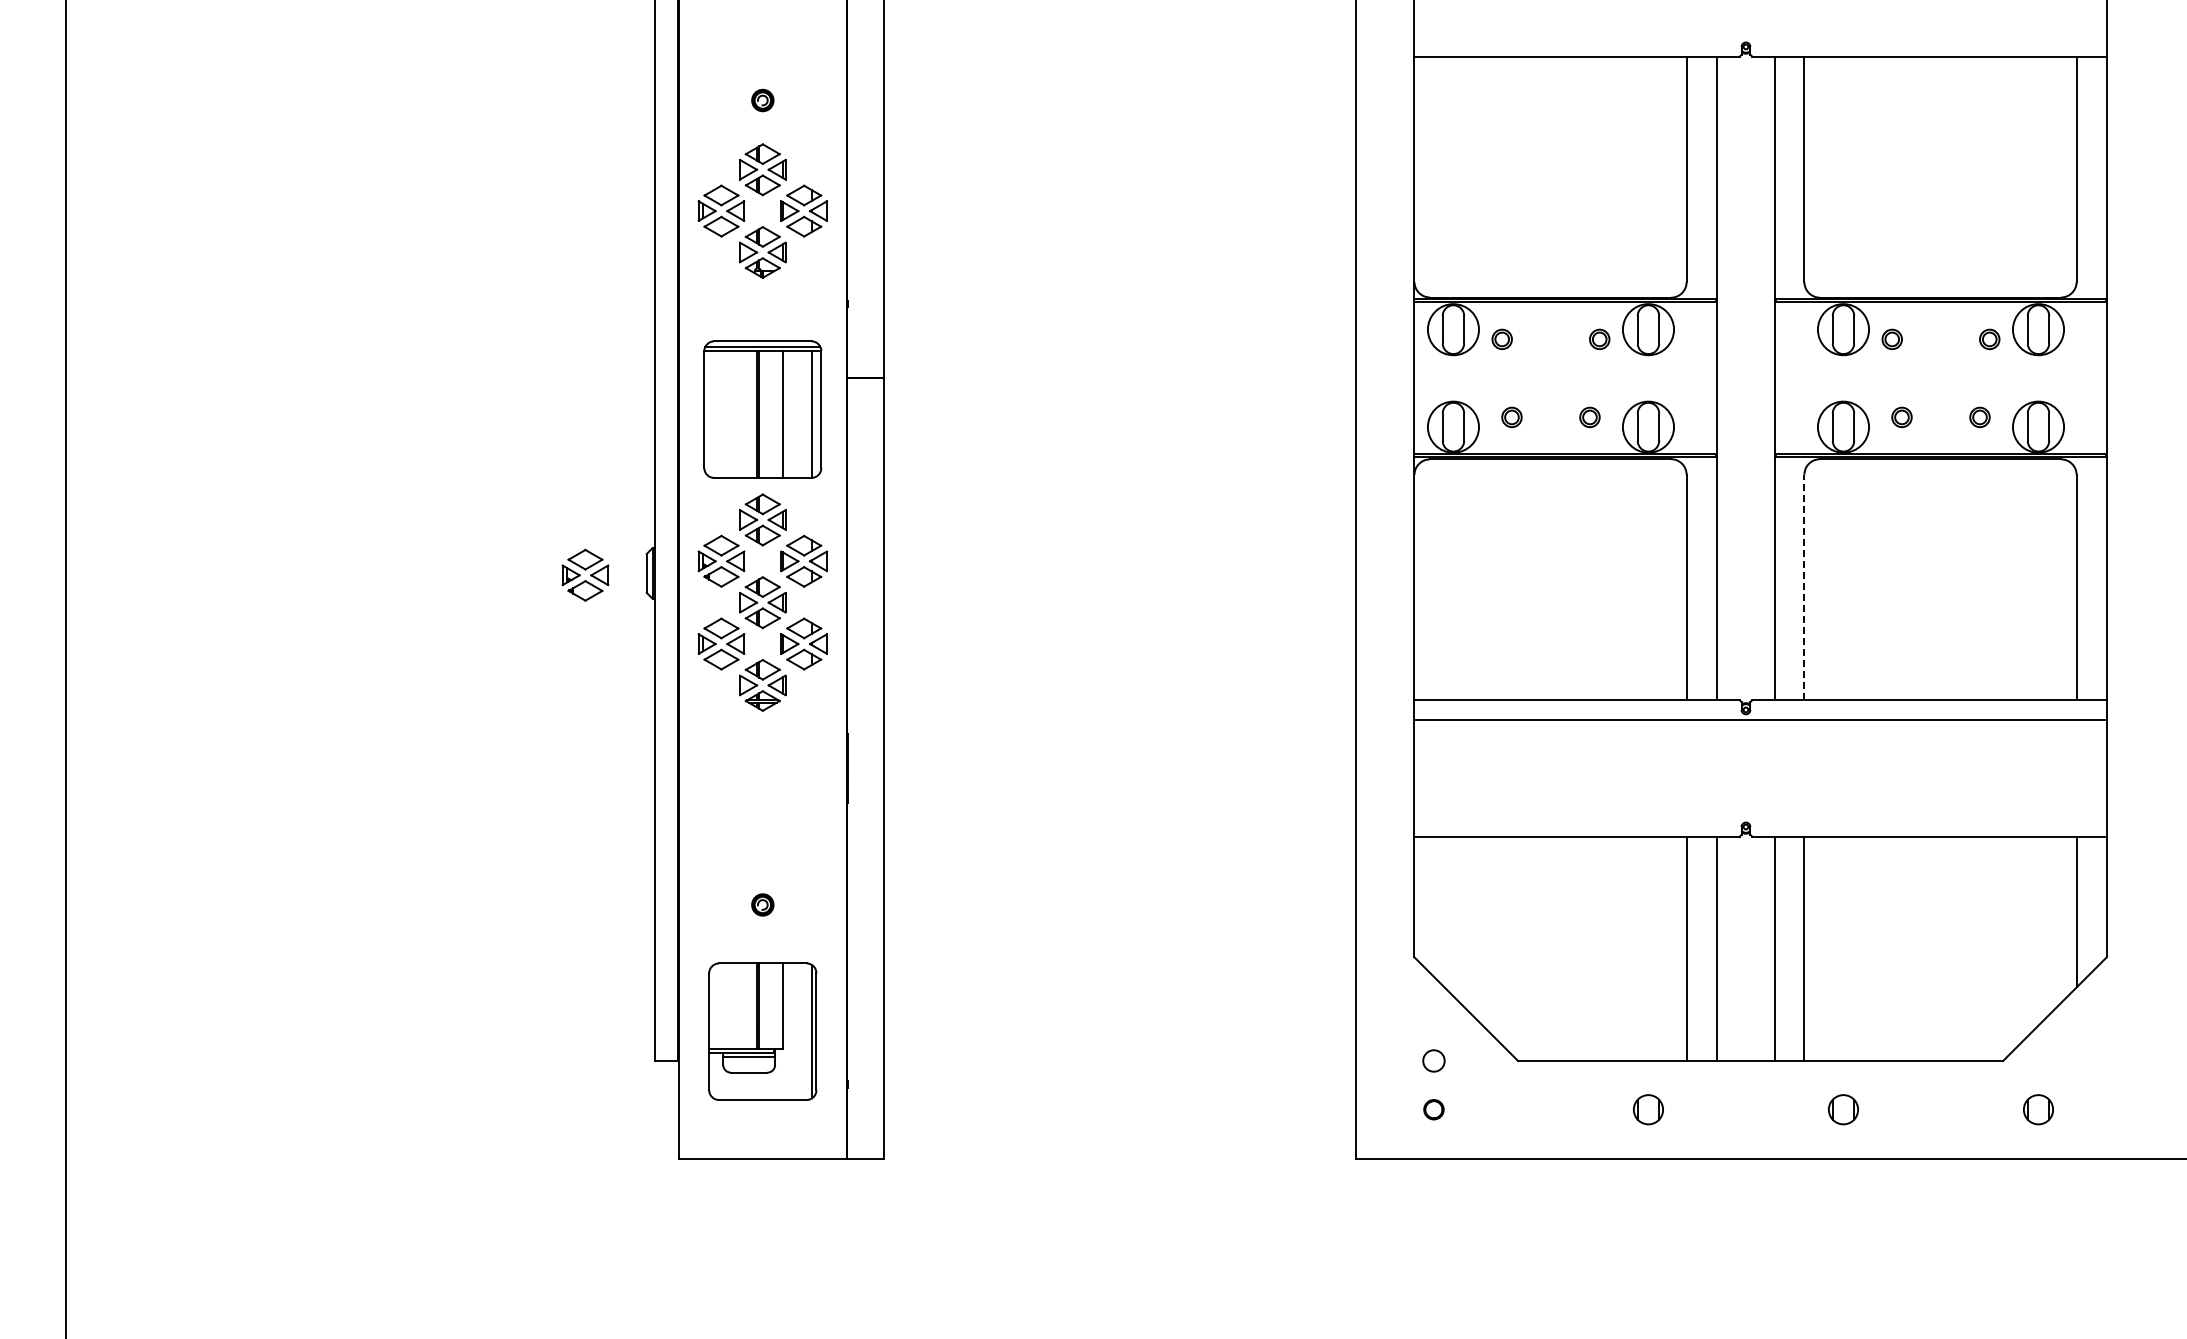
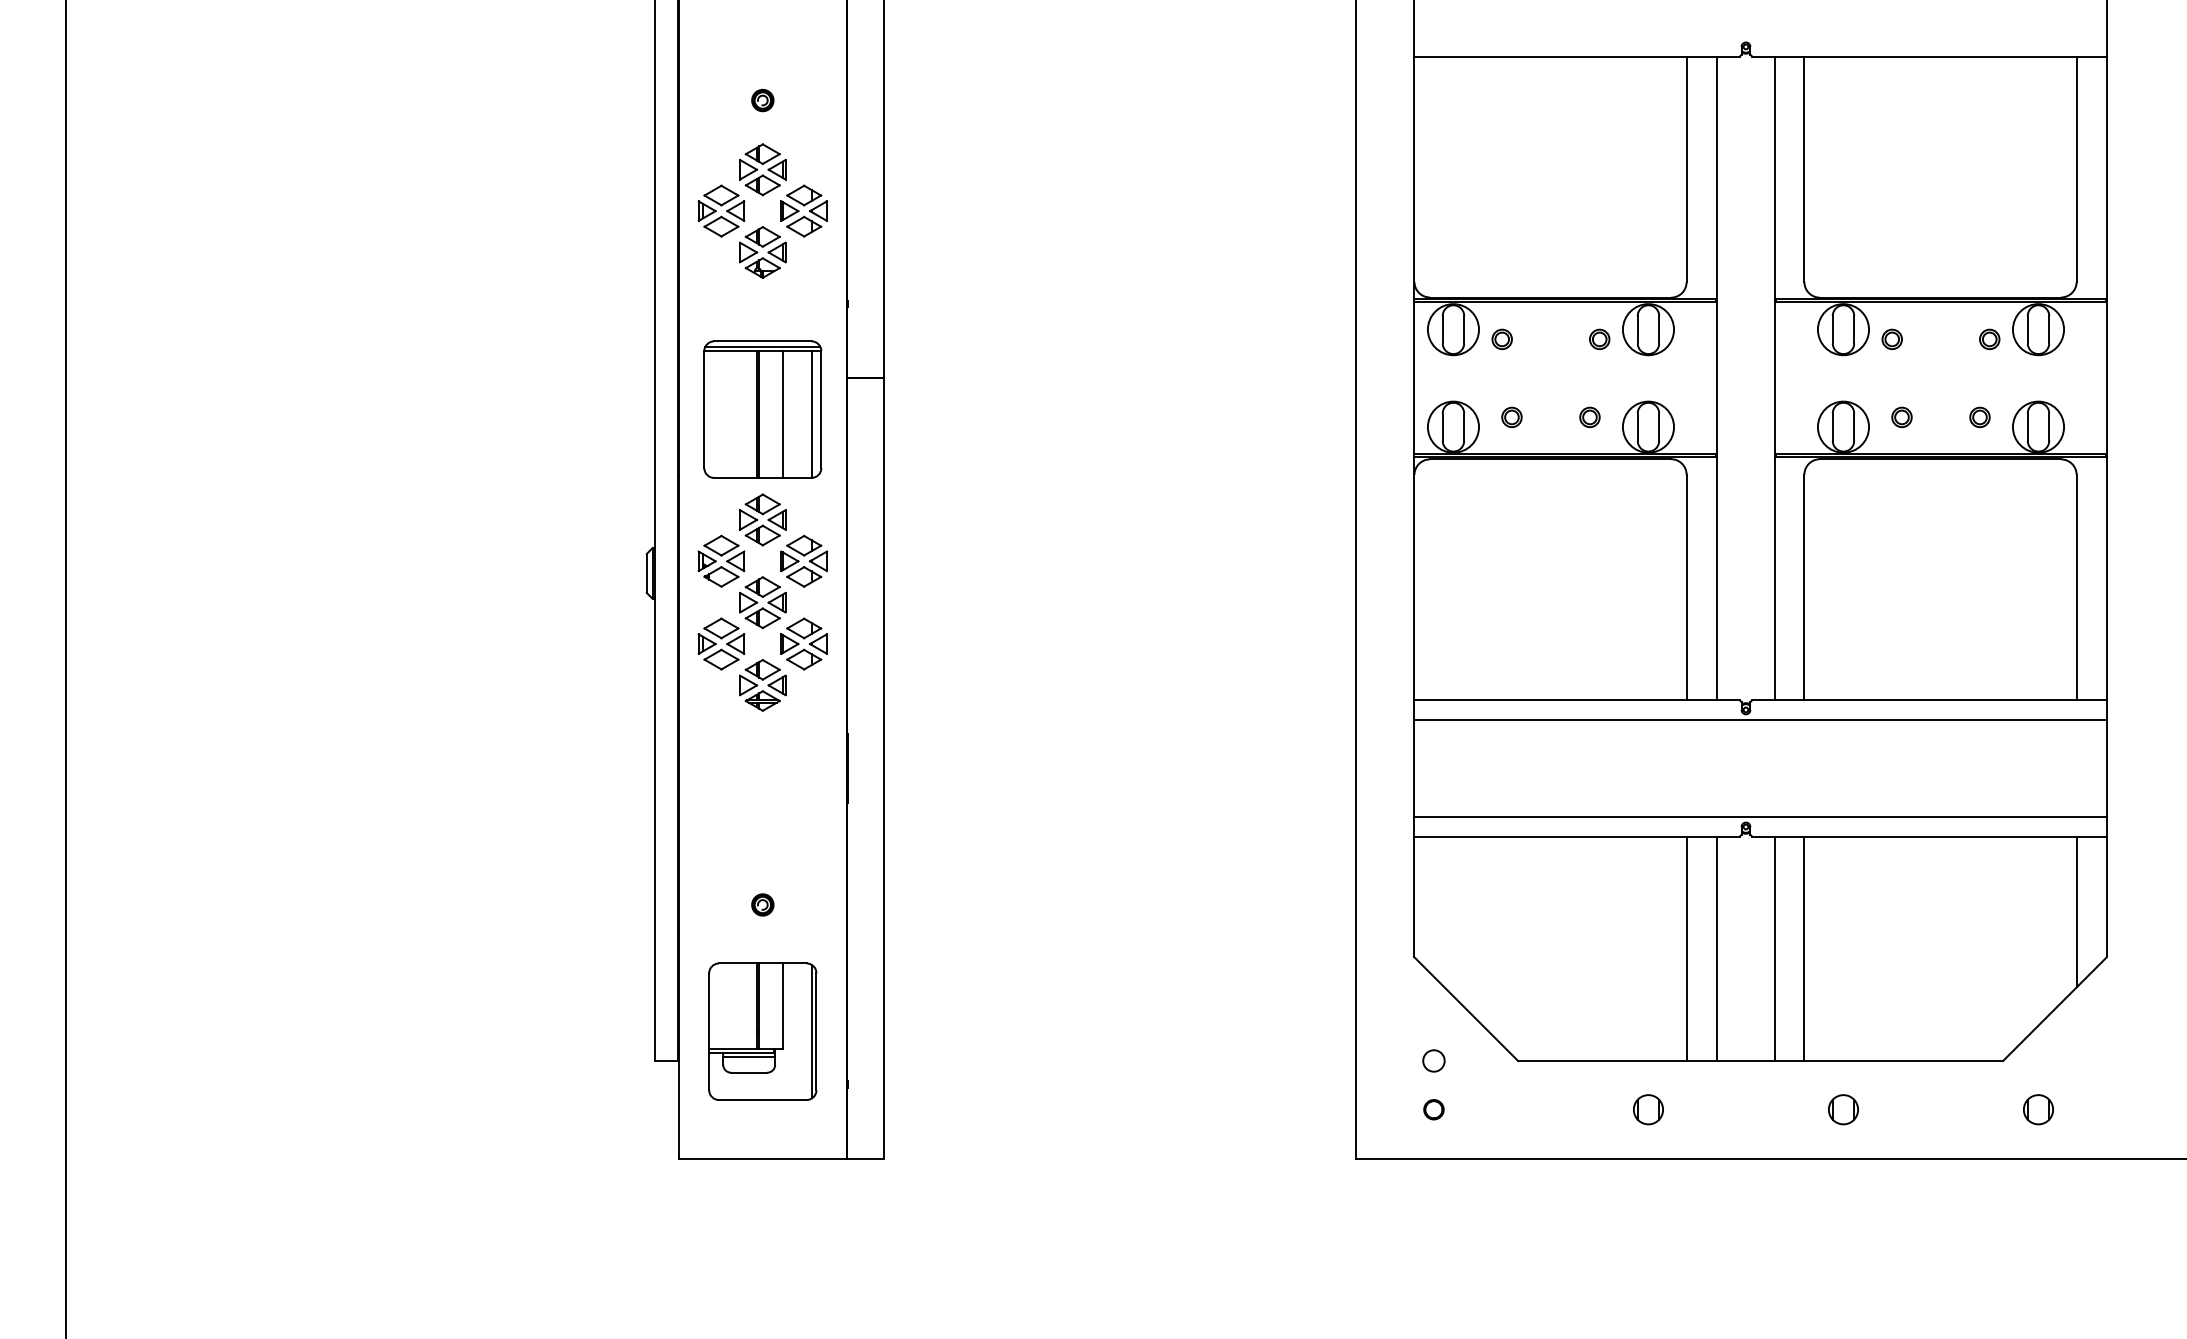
part at (585, 574): present -> none
line at (1804, 587): dashed -> solid
line at (1760, 817): none -> present
